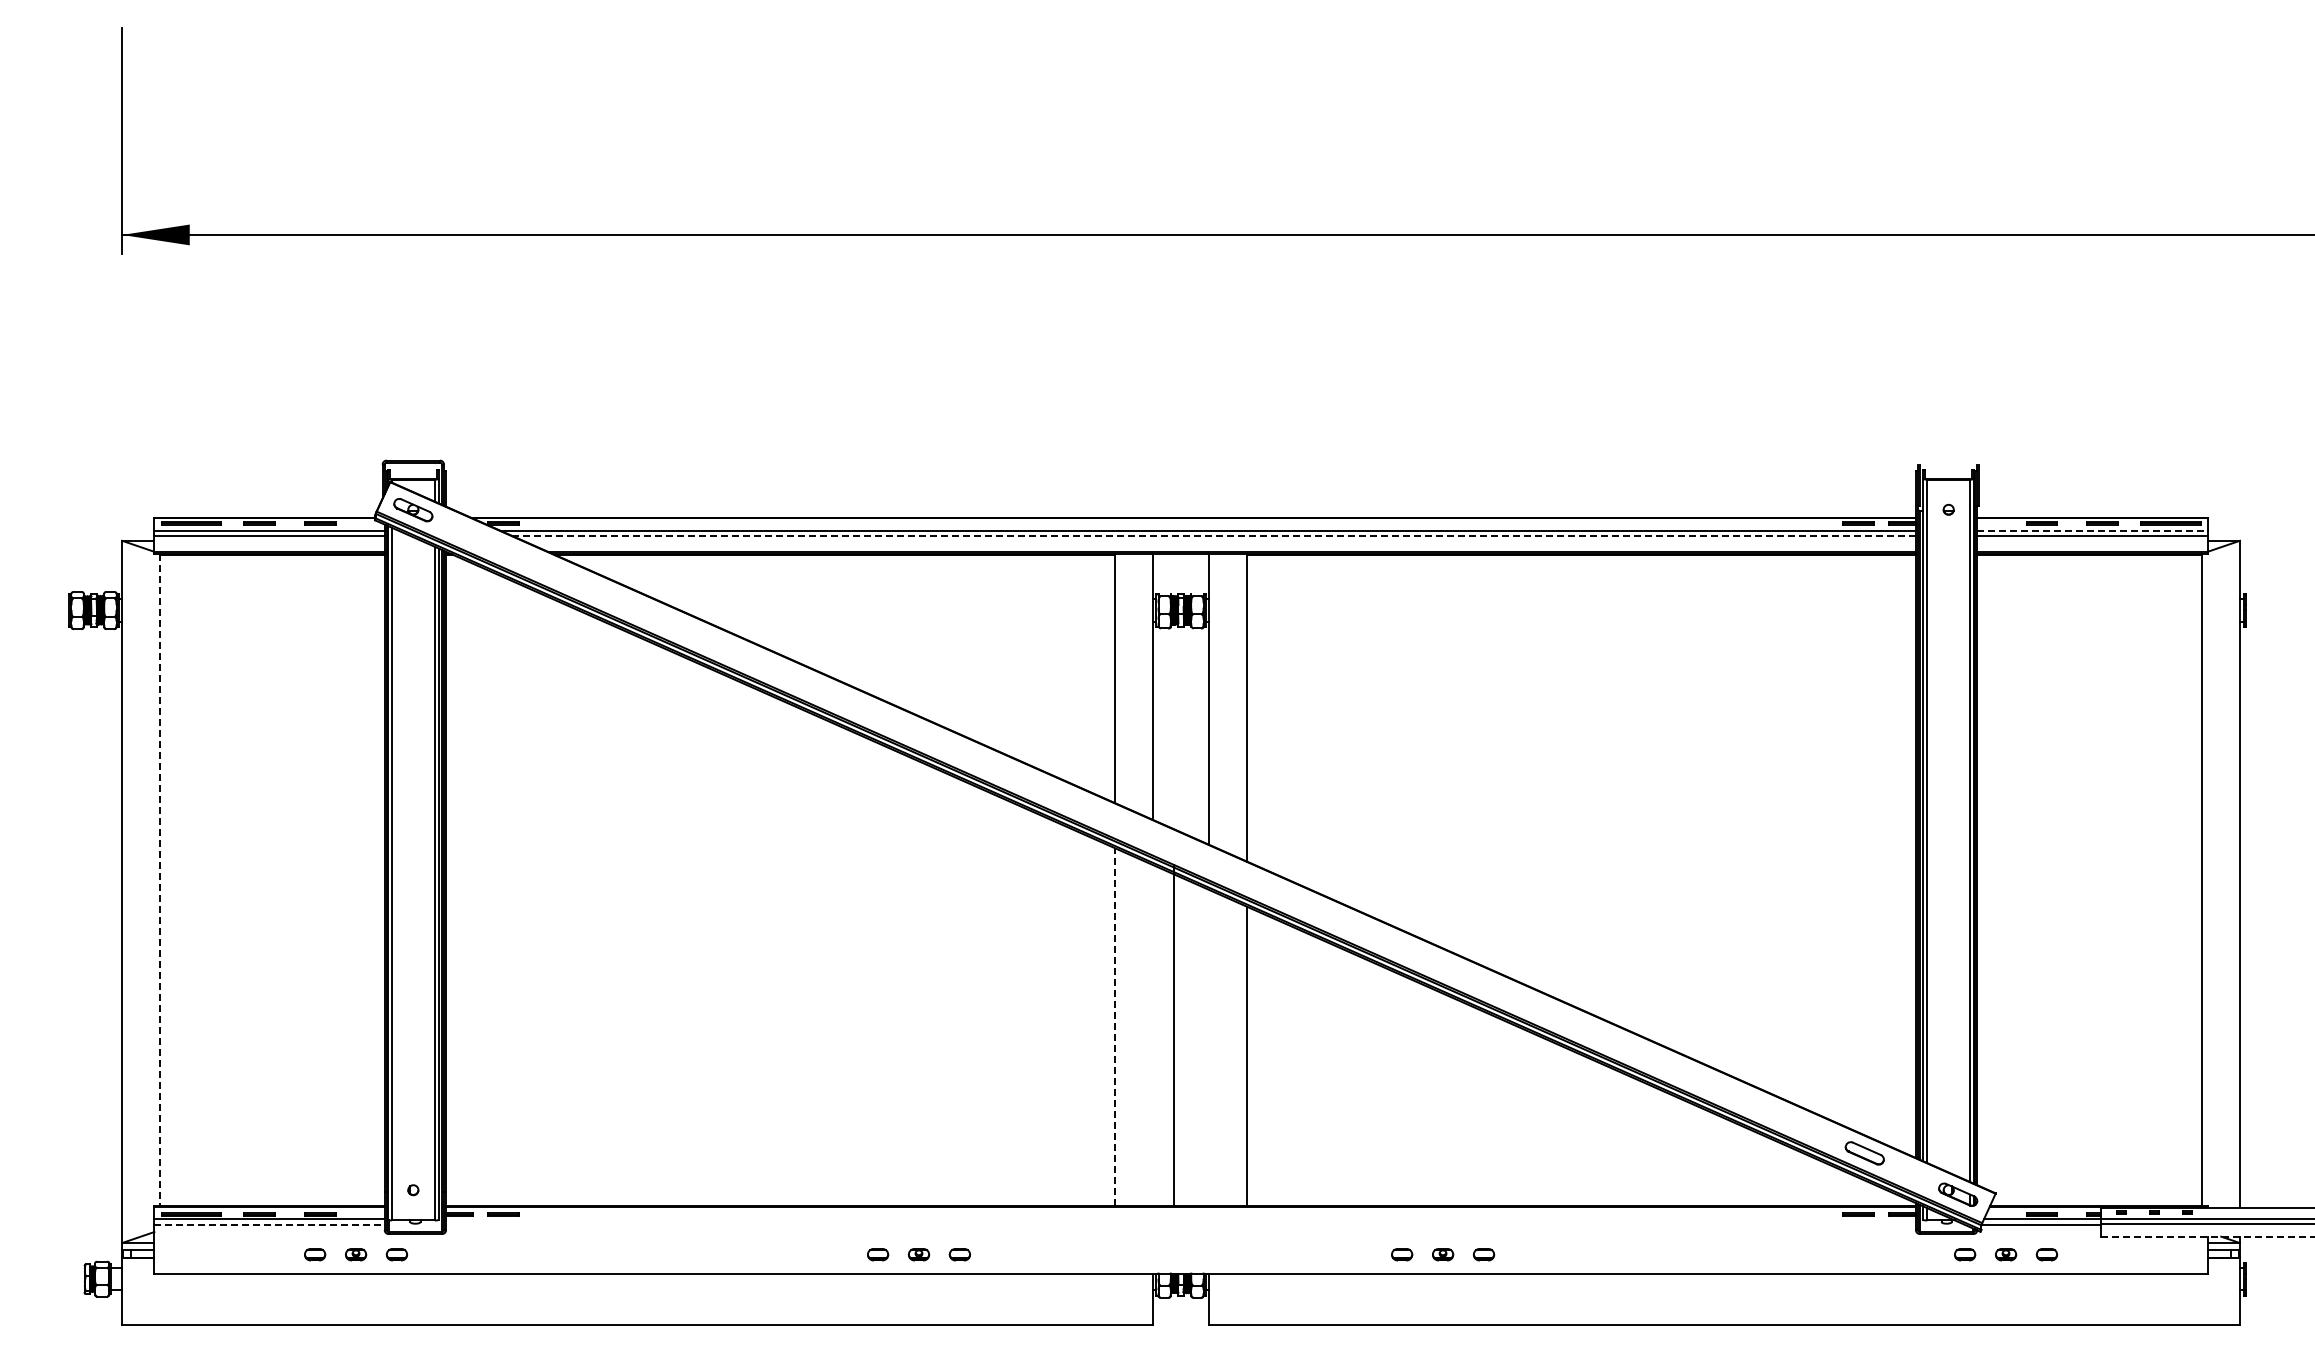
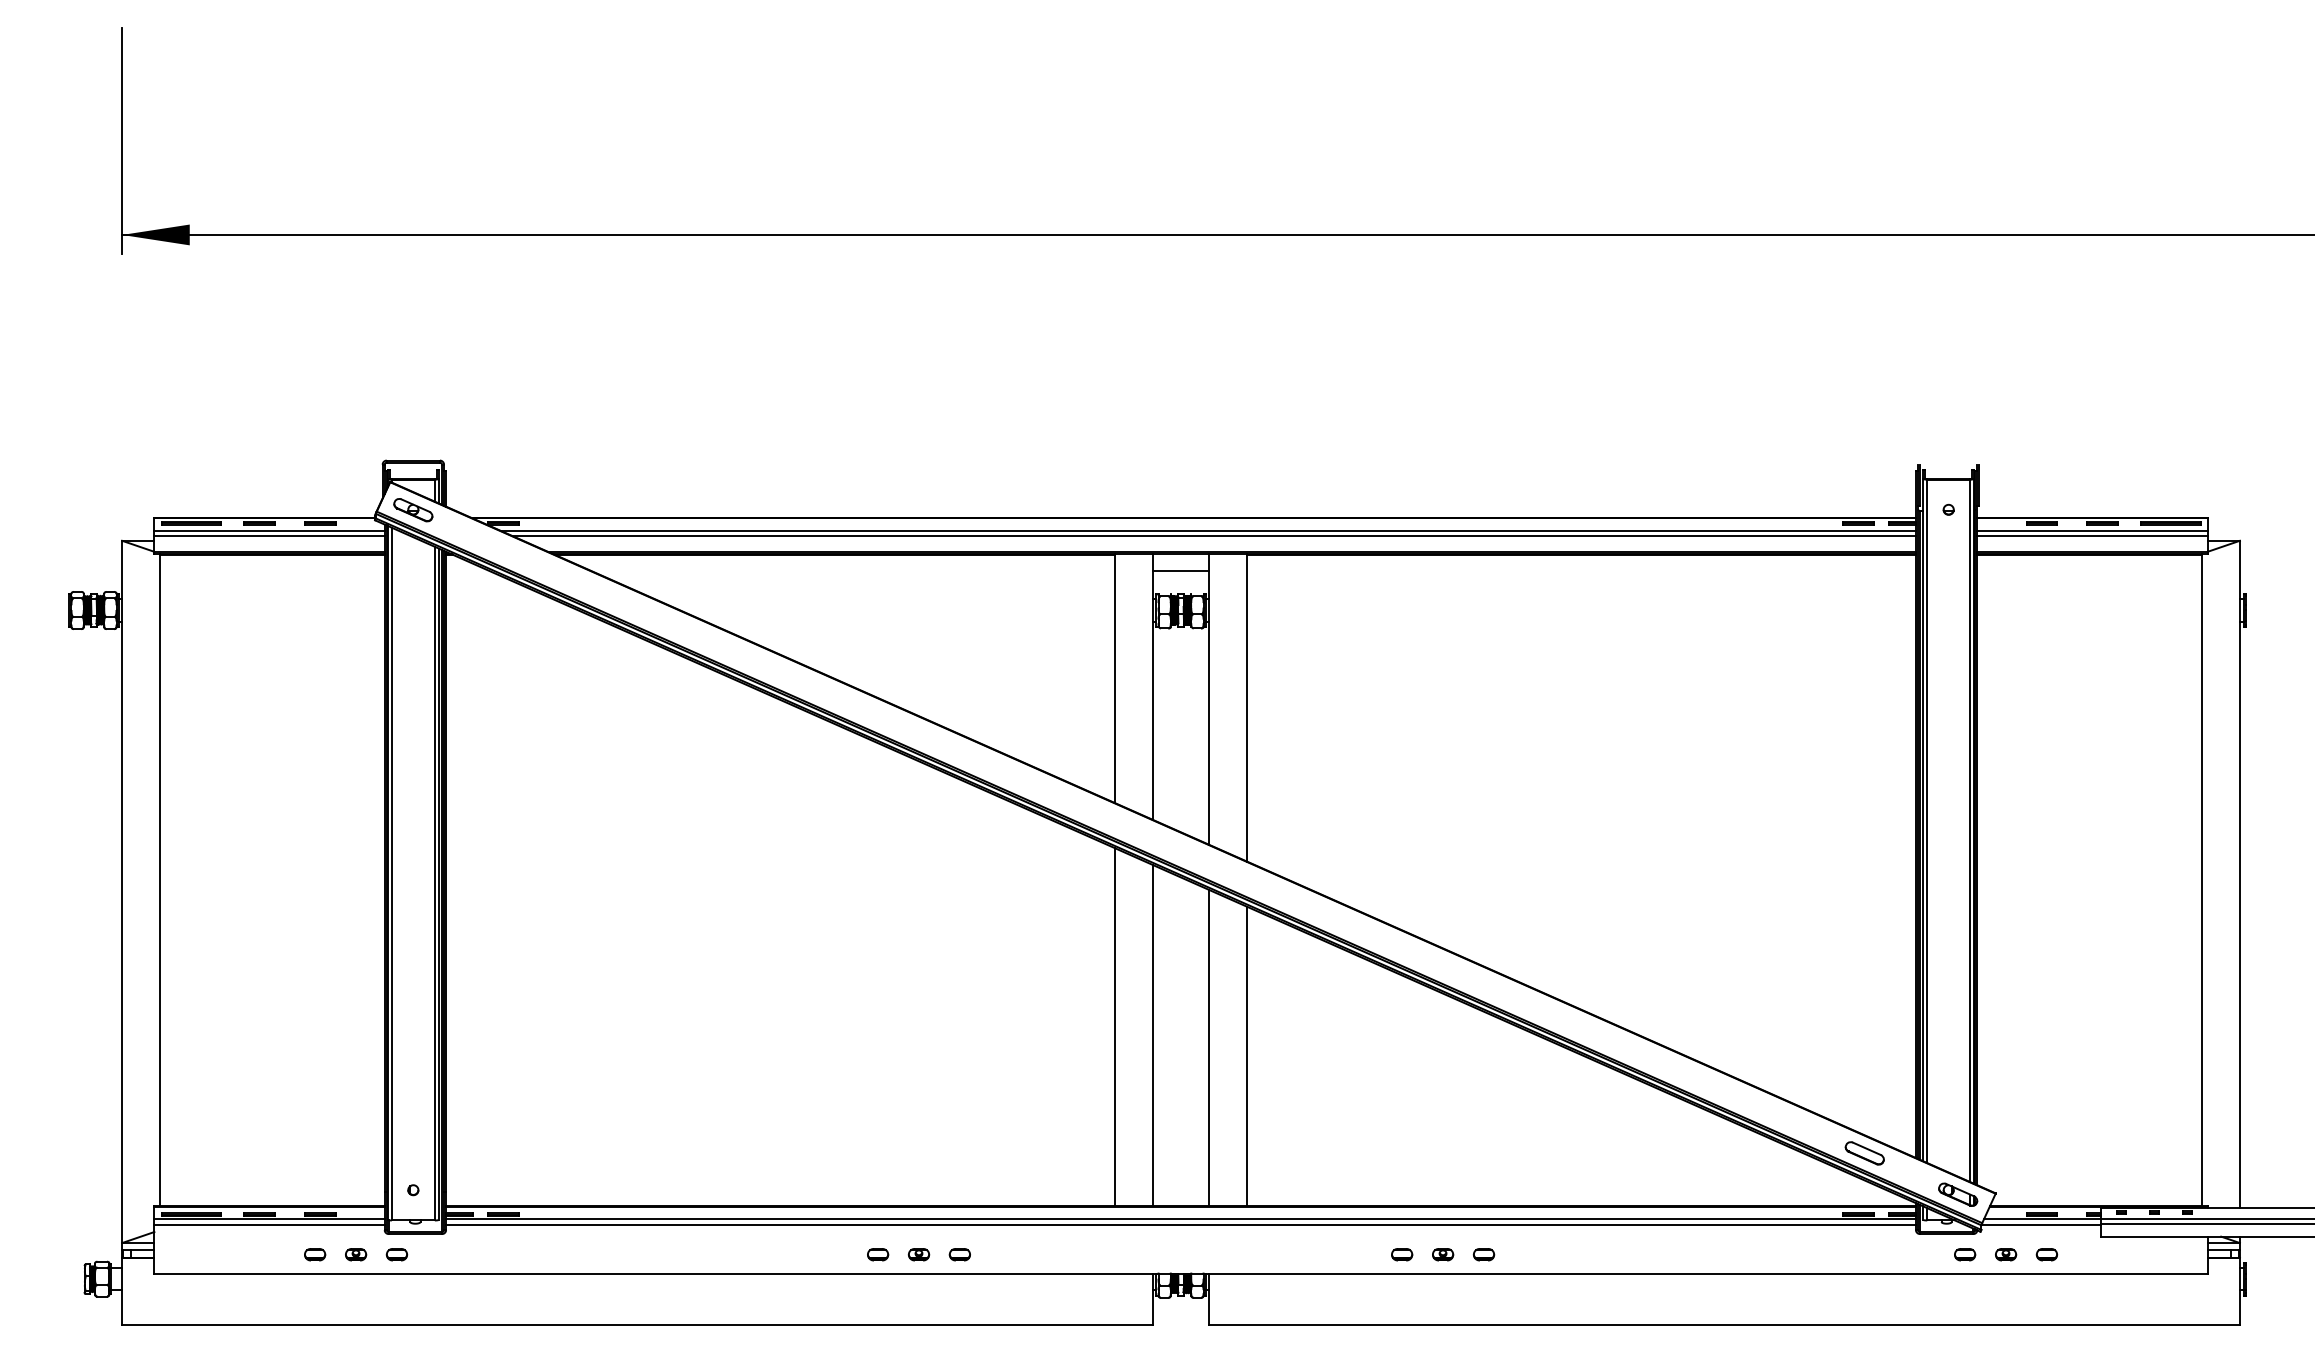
line at (2093, 531): dashed -> solid
line at (1214, 536): dashed -> solid
line at (1180, 570): none -> present
line at (160, 880): dashed -> solid
line at (1115, 1026): dashed -> solid
line at (1173, 1035) position: (1173, 1035) -> (1152, 1035)
line at (1209, 1047): none -> present
line at (1180, 1219): none -> present
line at (270, 1224): dashed -> solid
line at (1180, 1224): none -> present
line at (2207, 1236): dashed -> solid
